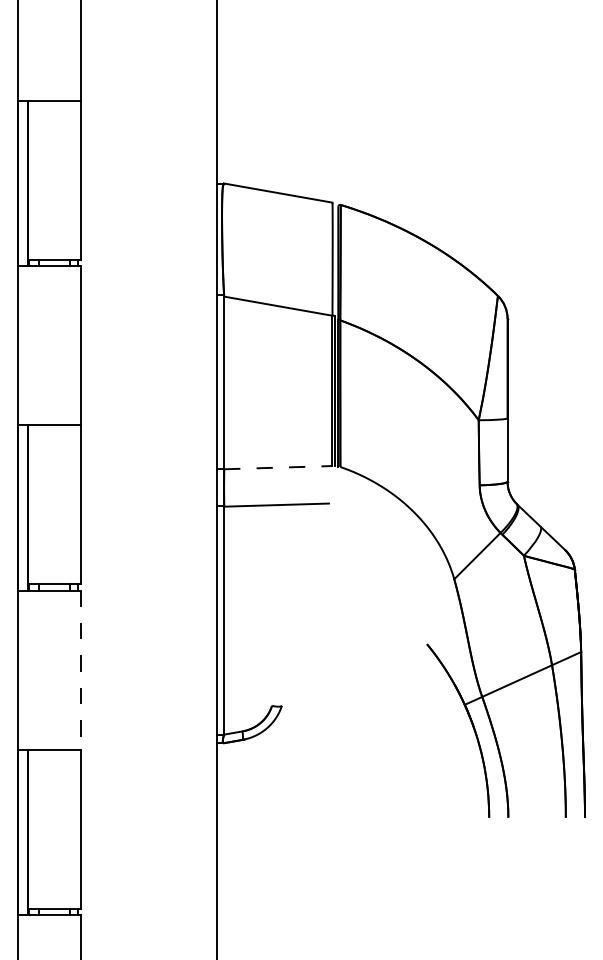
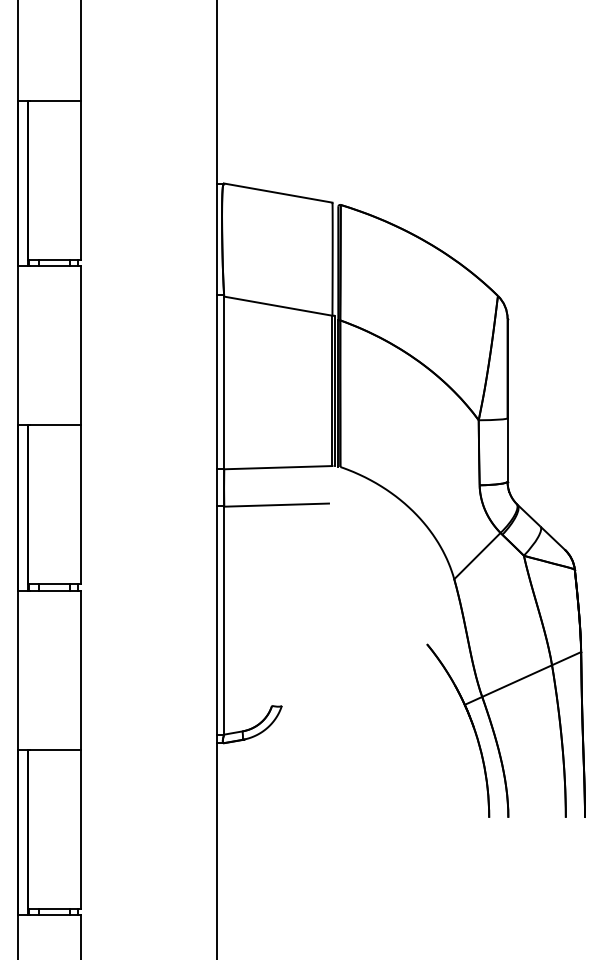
line at (278, 467): dashed -> solid
line at (81, 670): dashed -> solid
